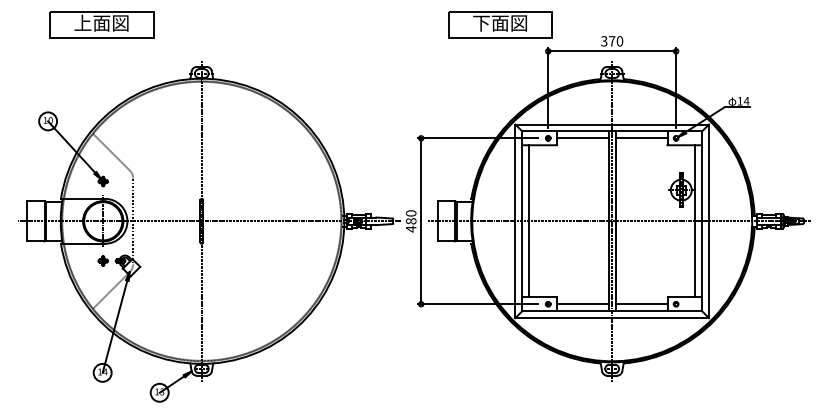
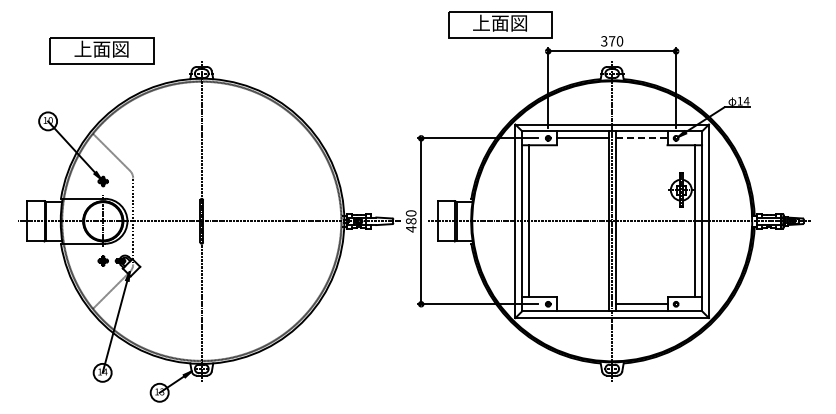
text at (481, 22): 下面図 -> 上面図
part at (101, 24) position: (101, 24) -> (101, 50)
line at (641, 138): solid -> dashed
line at (582, 304): present -> none
